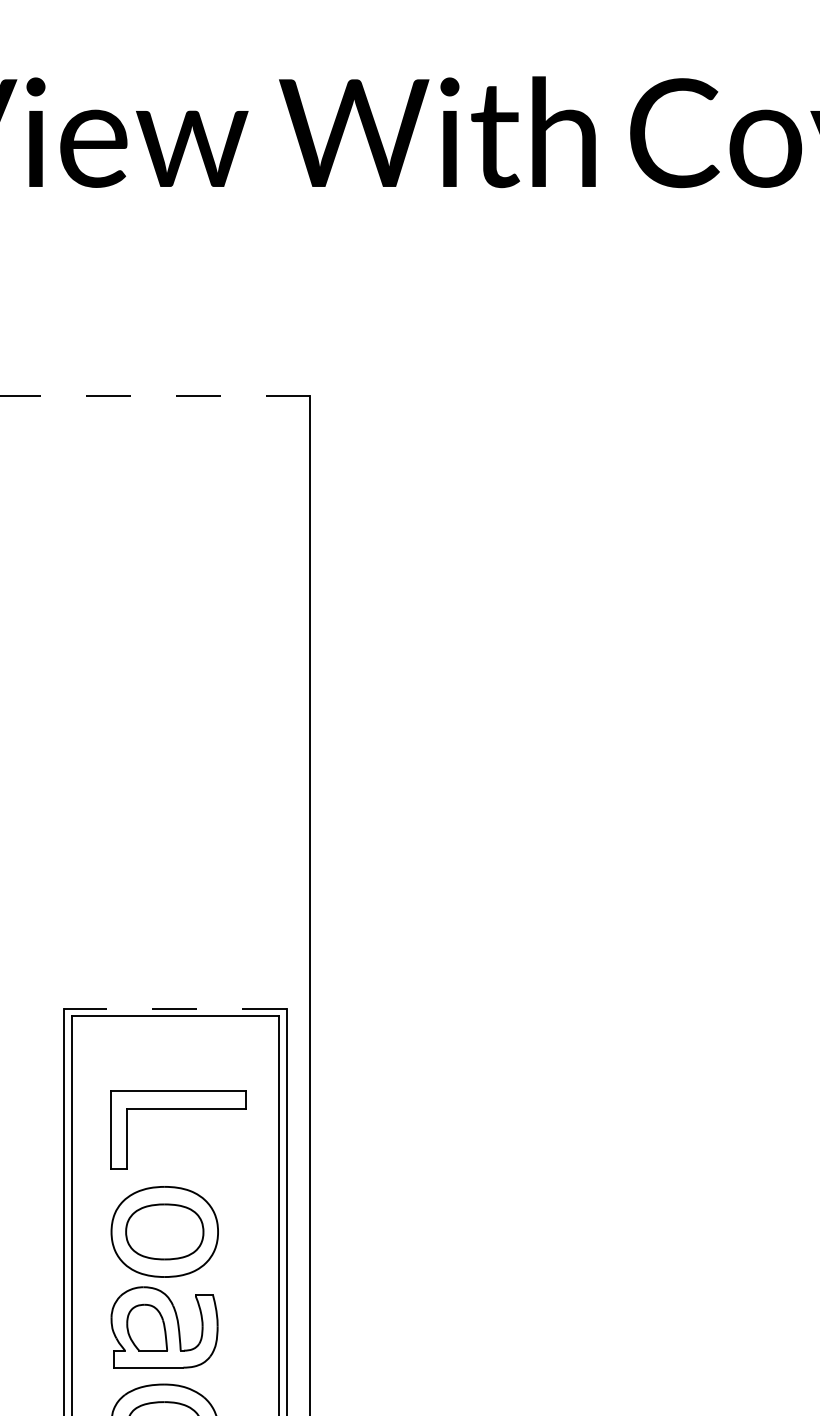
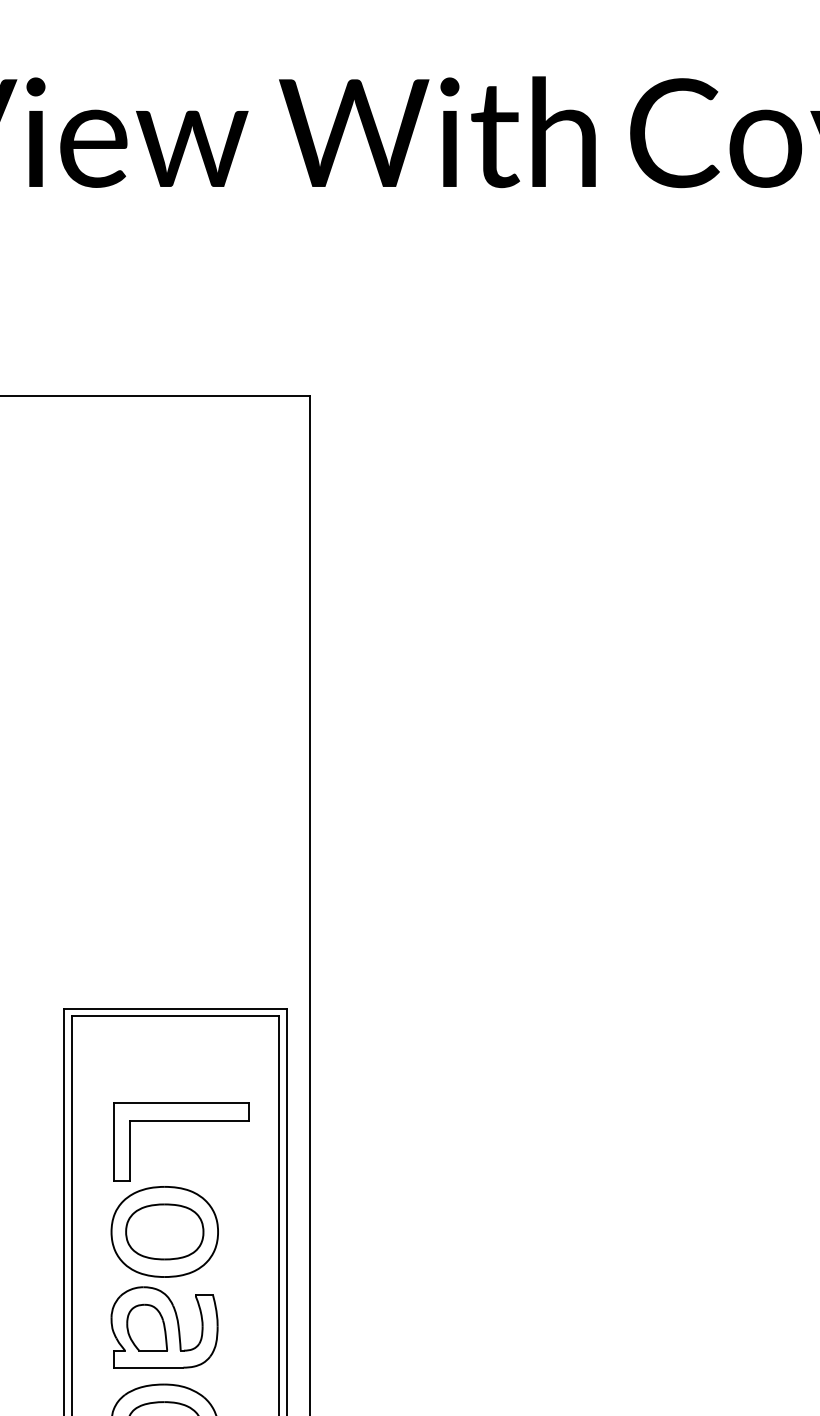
line at (155, 395): dashed -> solid
line at (175, 1008): dashed -> solid
part at (178, 1109) position: (178, 1109) -> (181, 1121)
